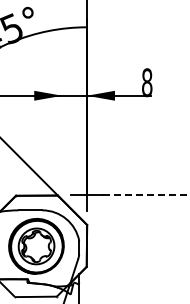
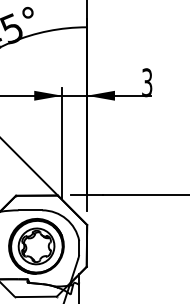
text at (147, 82): 8 -> 3
line at (62, 143): none -> present
line at (146, 195): dashed -> solid
